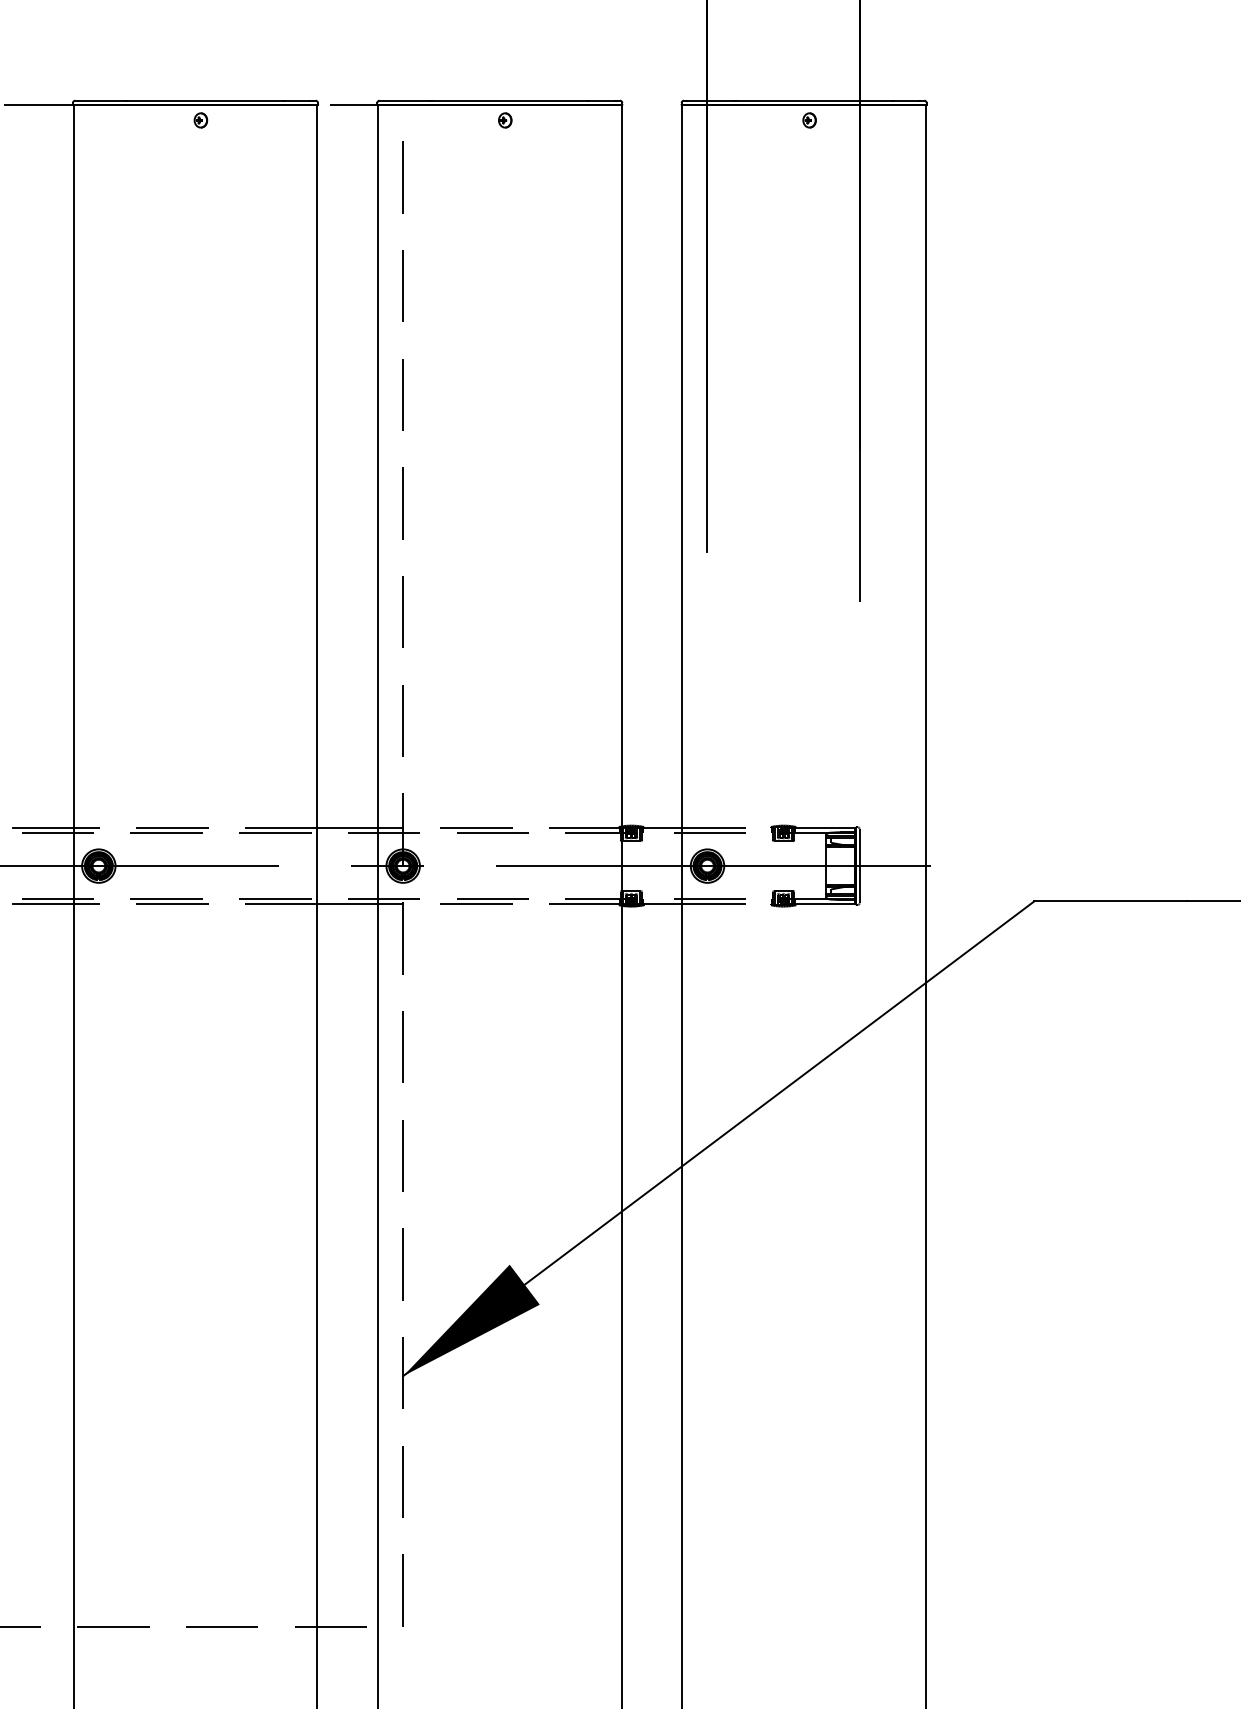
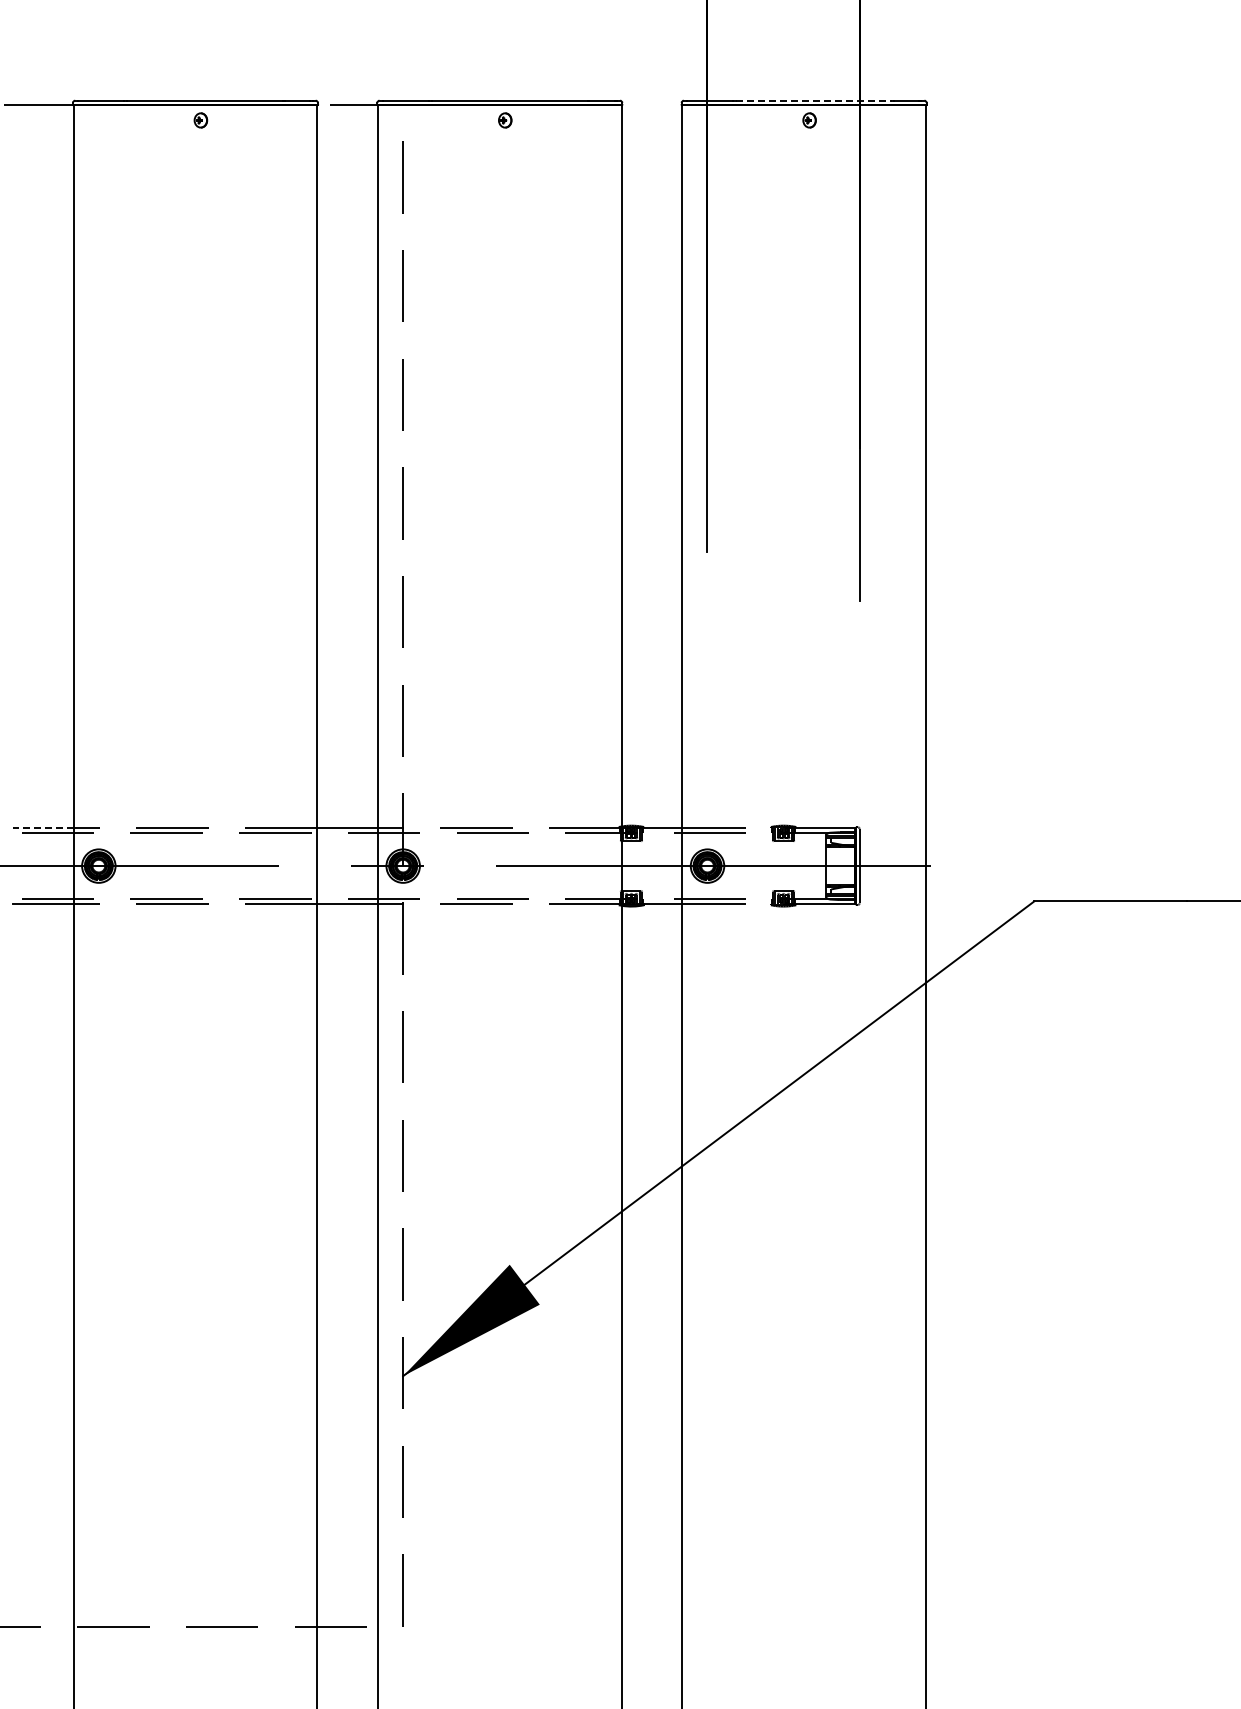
line at (814, 100): solid -> dashed
line at (42, 828): solid -> dashed
